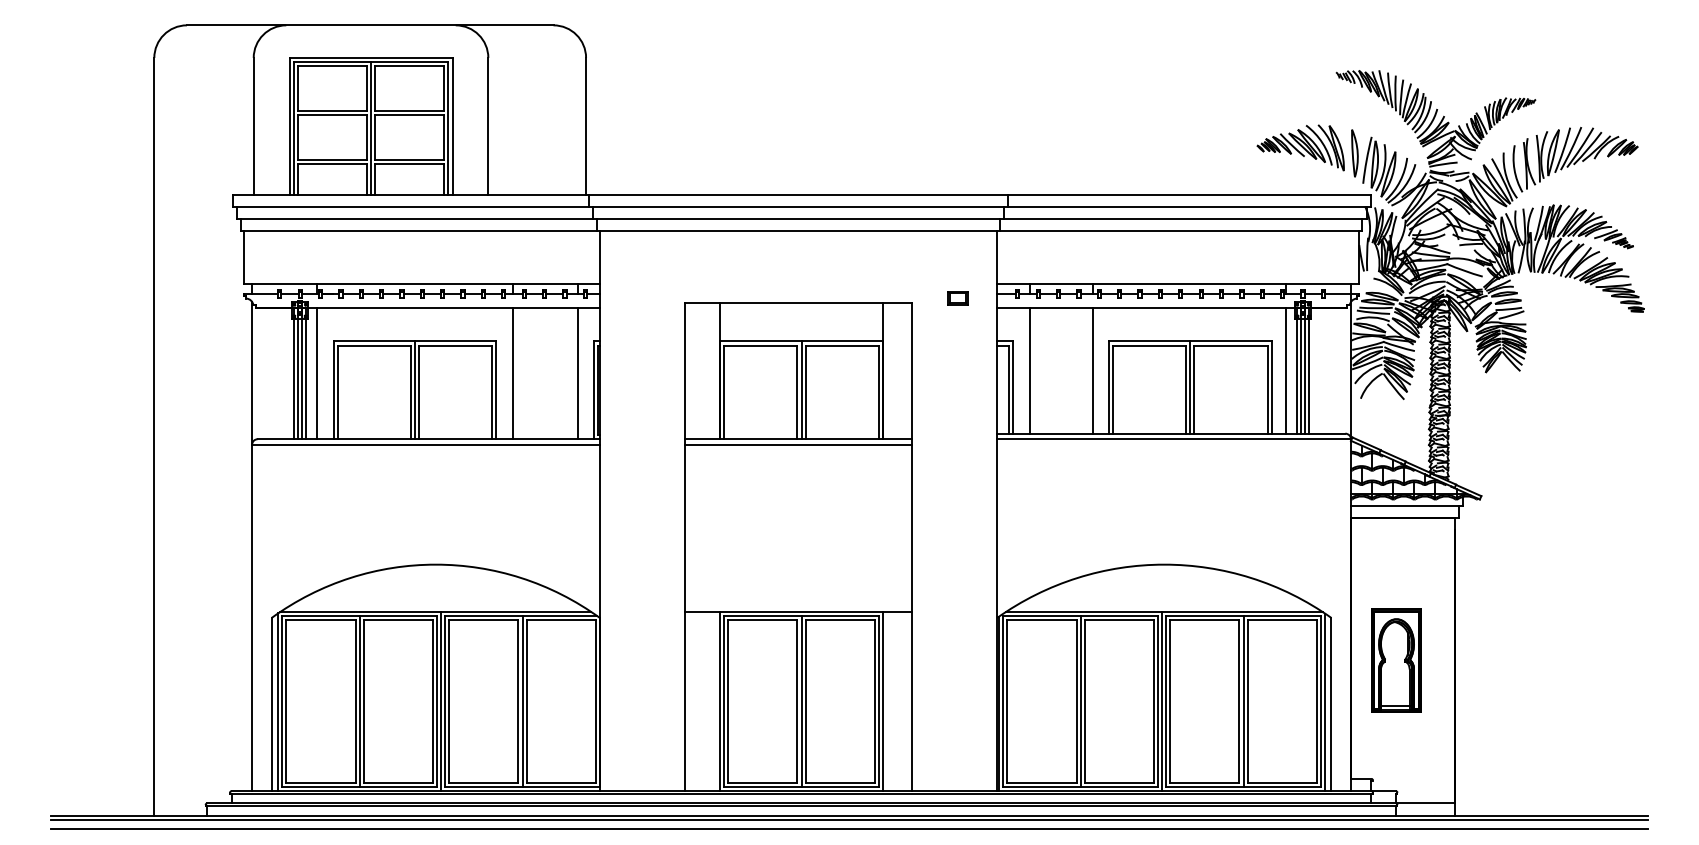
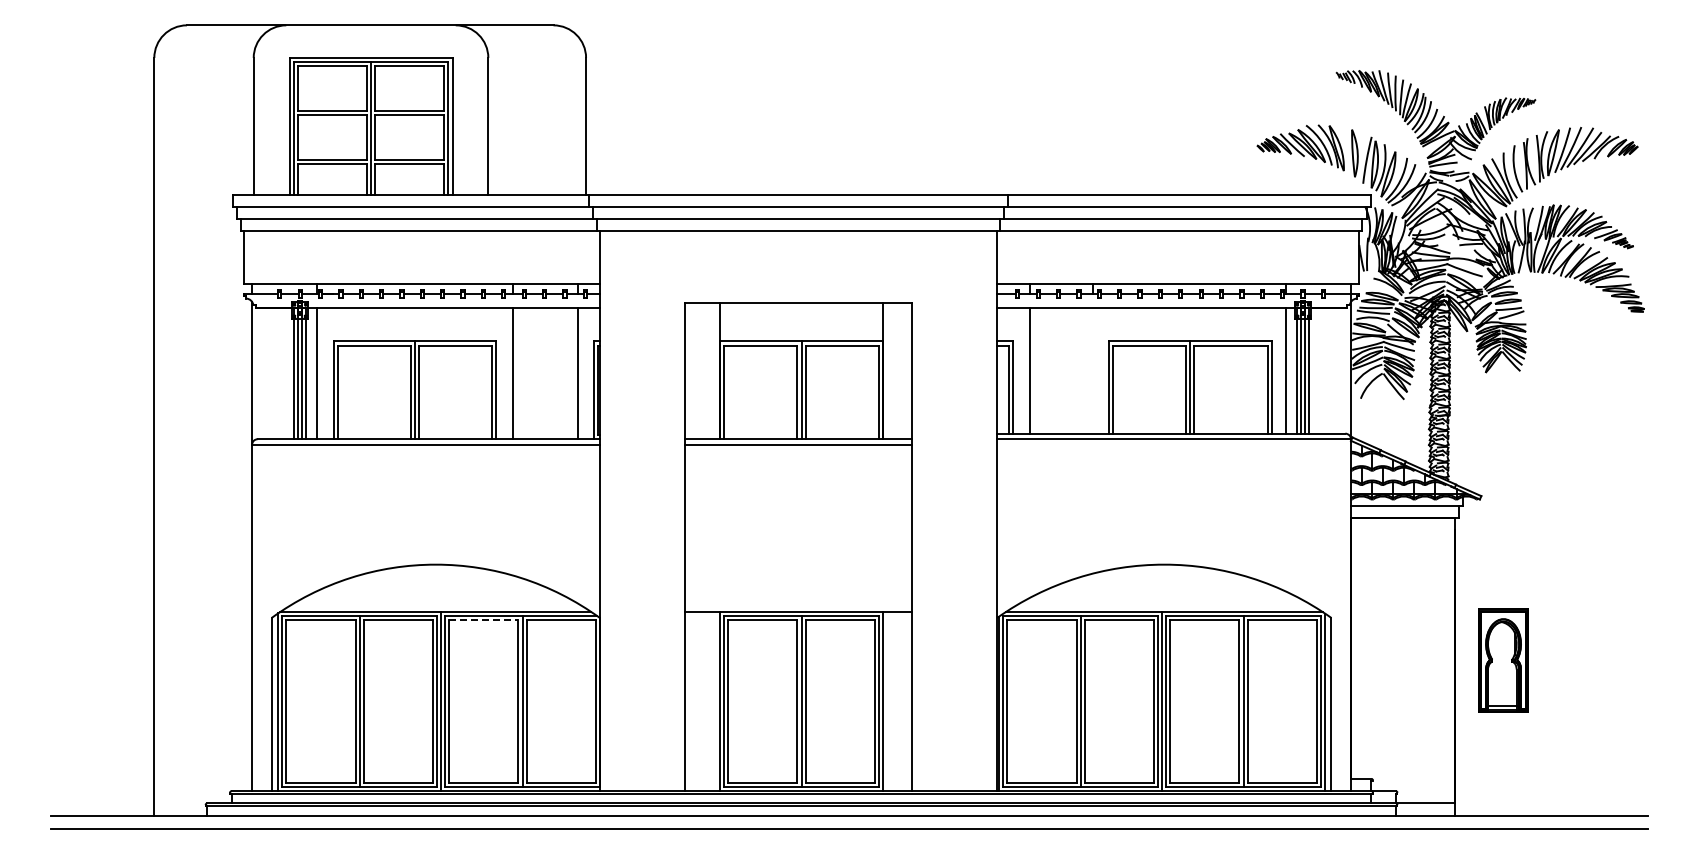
part at (957, 298): present -> none
line at (1092, 370): present -> none
line at (483, 620): solid -> dashed
part at (1396, 660) position: (1396, 660) -> (1503, 660)
line at (849, 819): present -> none
